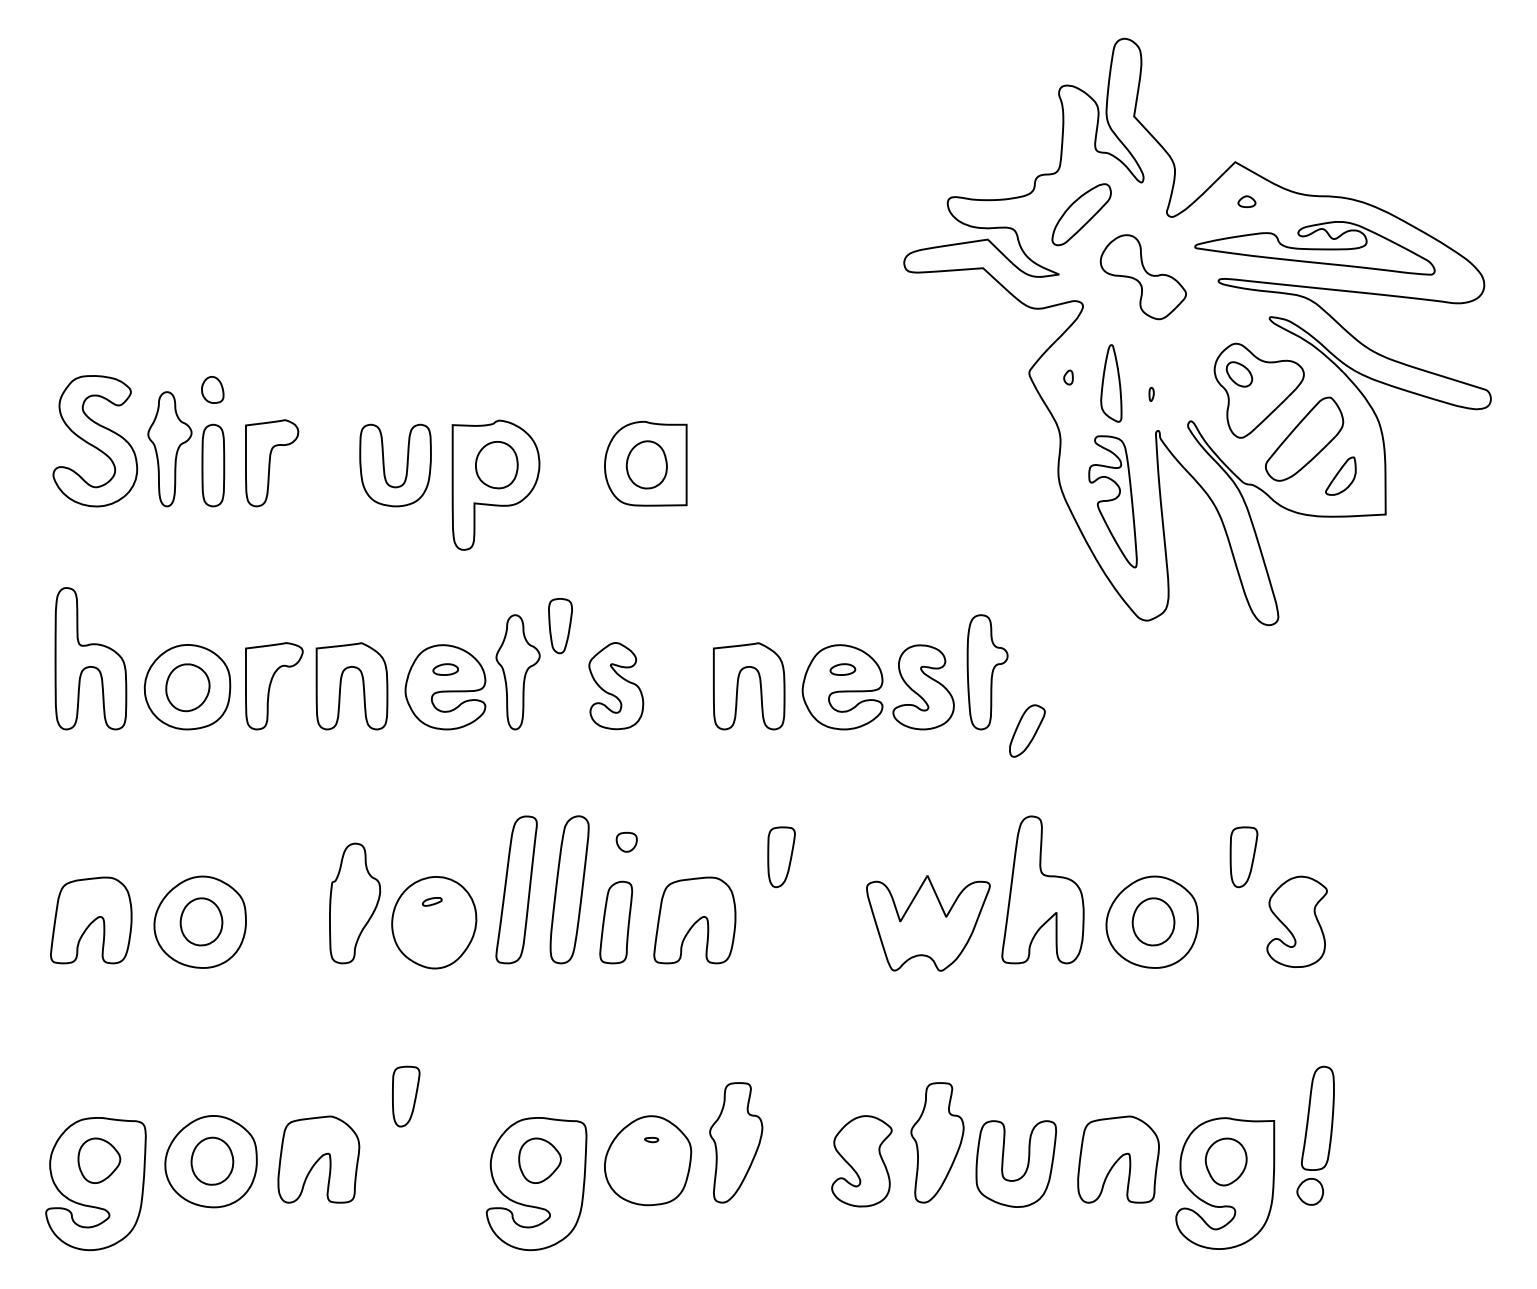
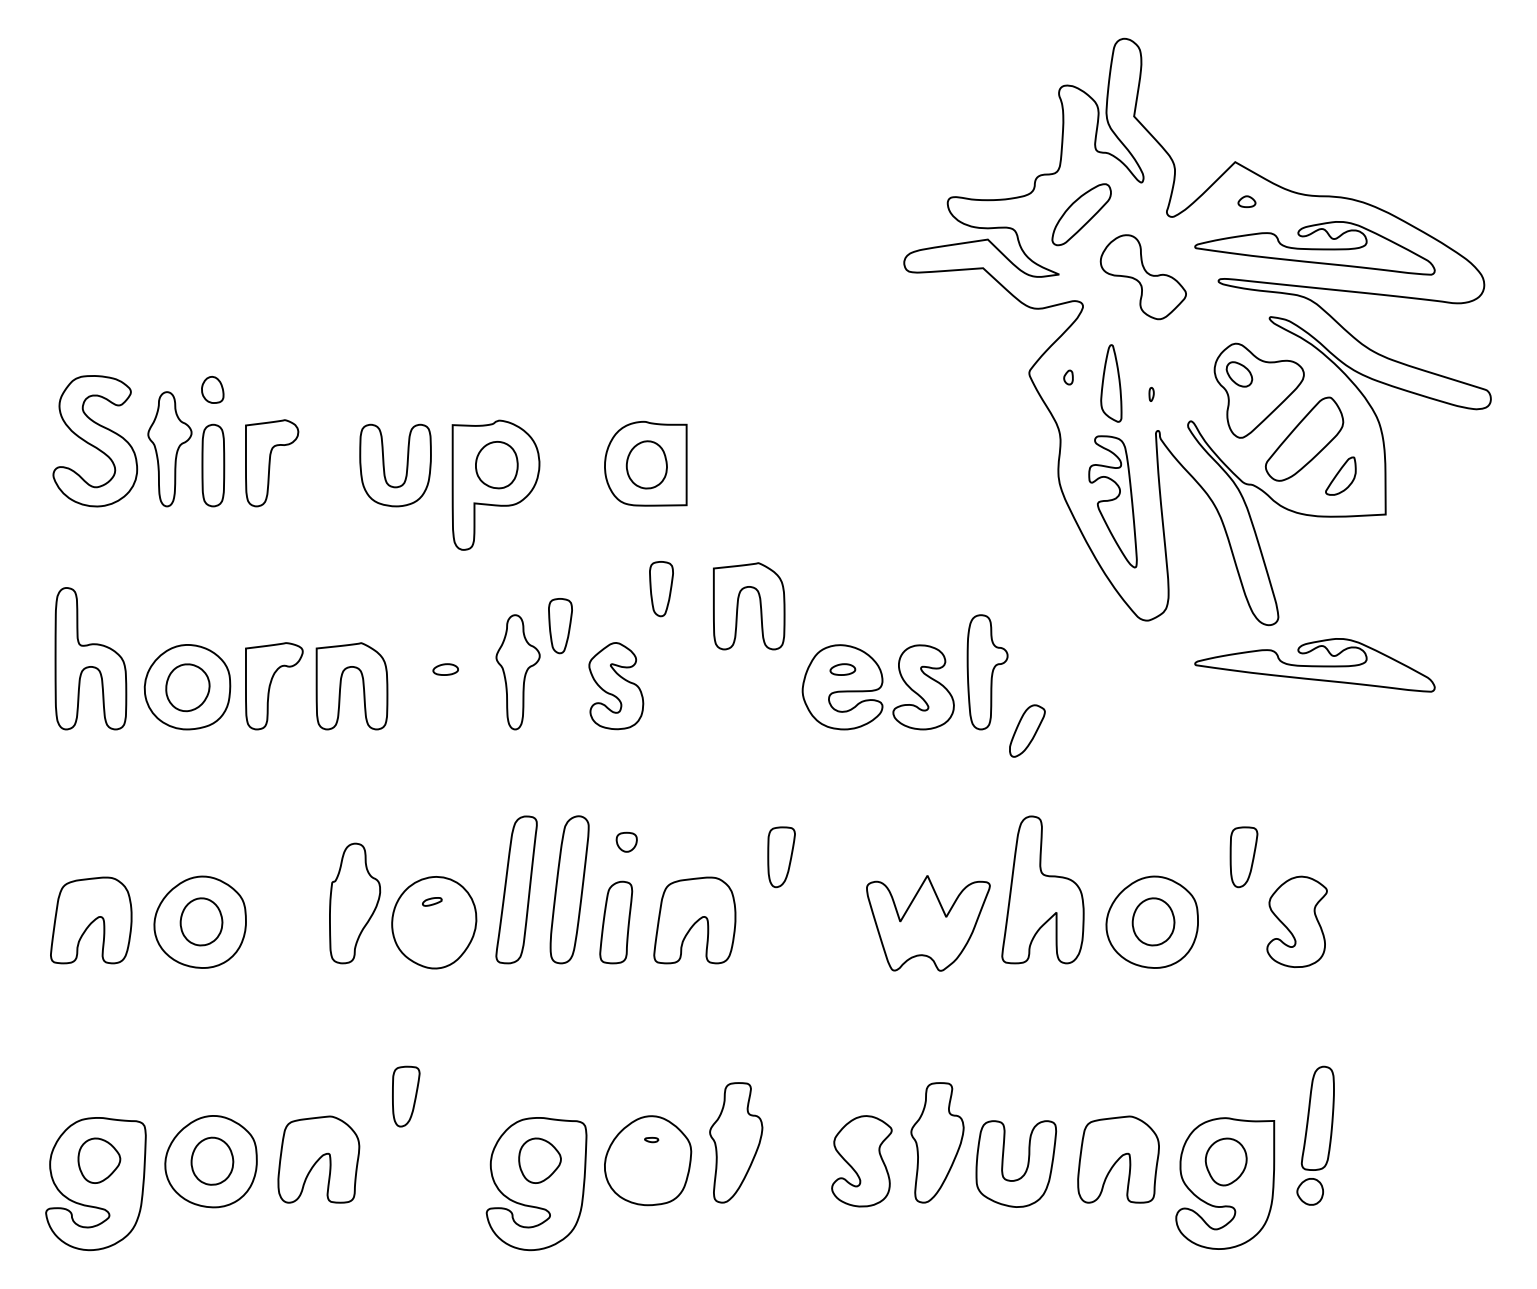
part at (661, 589): none -> present
part at (1314, 665): none -> present
part at (759, 684) position: (759, 684) -> (759, 604)
part at (445, 687): present -> none
